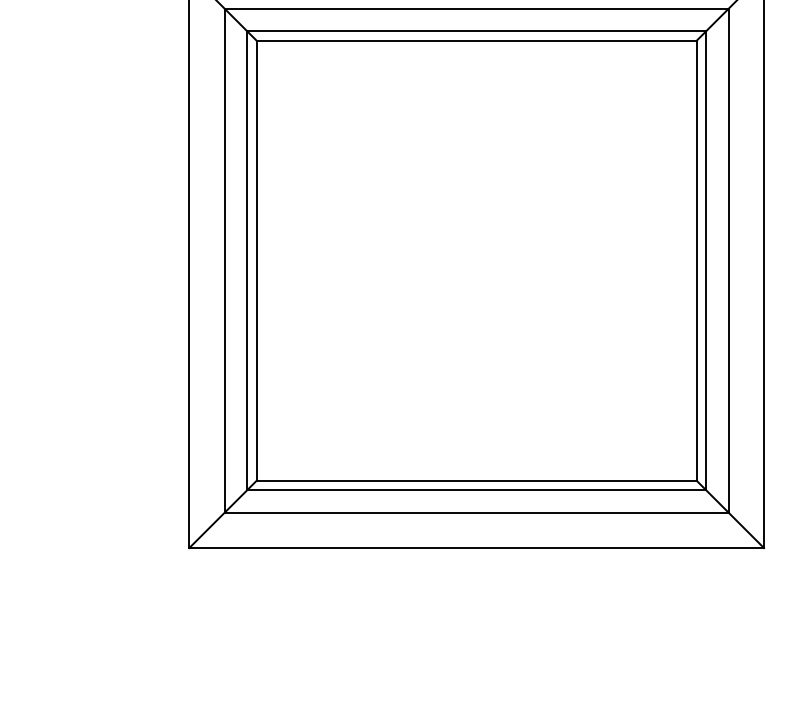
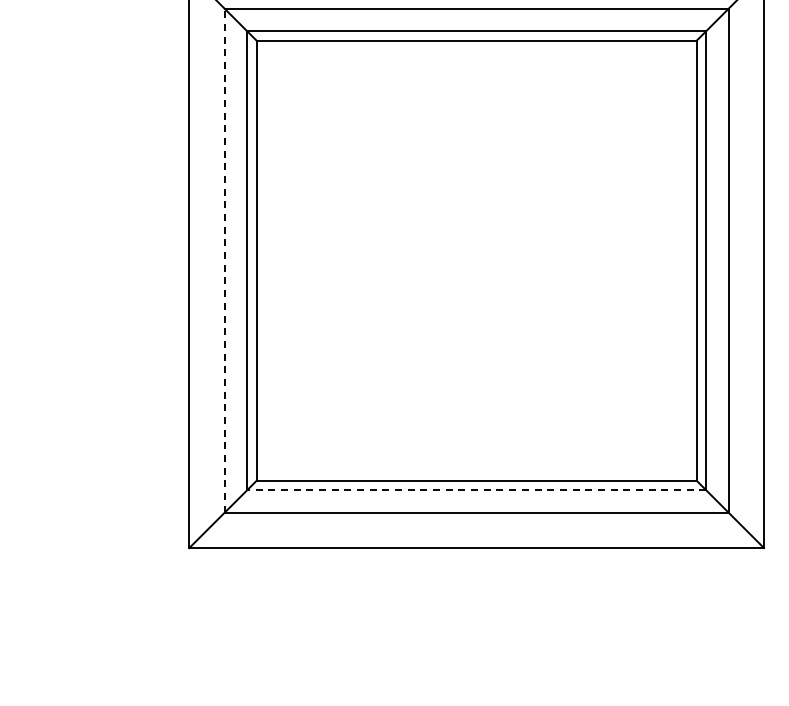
line at (224, 260): solid -> dashed
line at (476, 490): solid -> dashed
